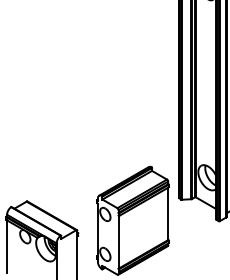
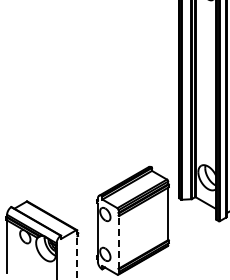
line at (118, 242): solid -> dashed
line at (77, 257): solid -> dashed
